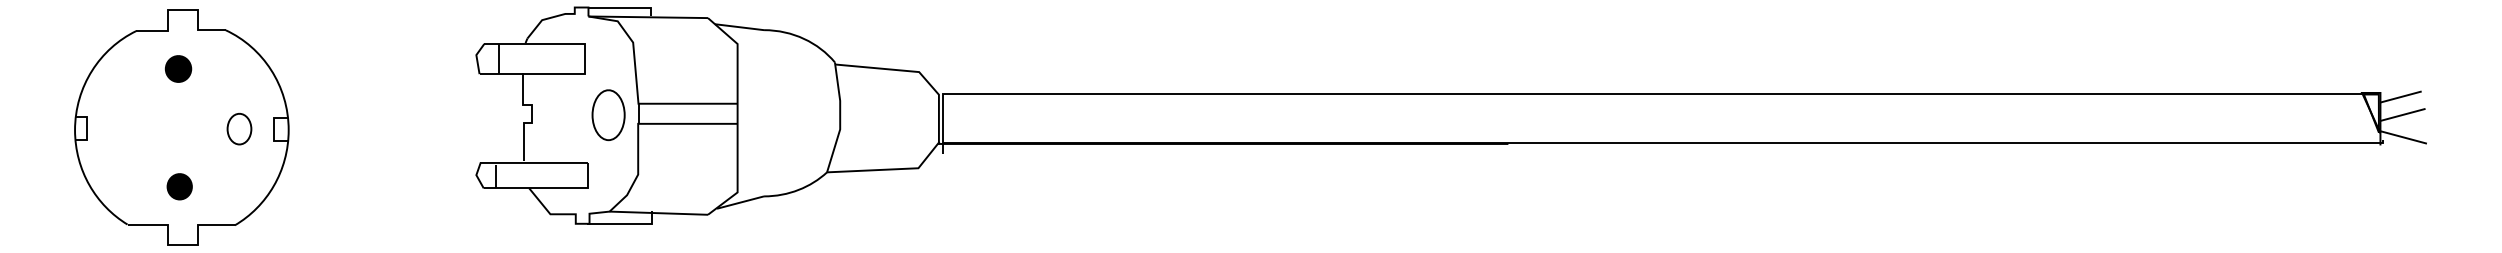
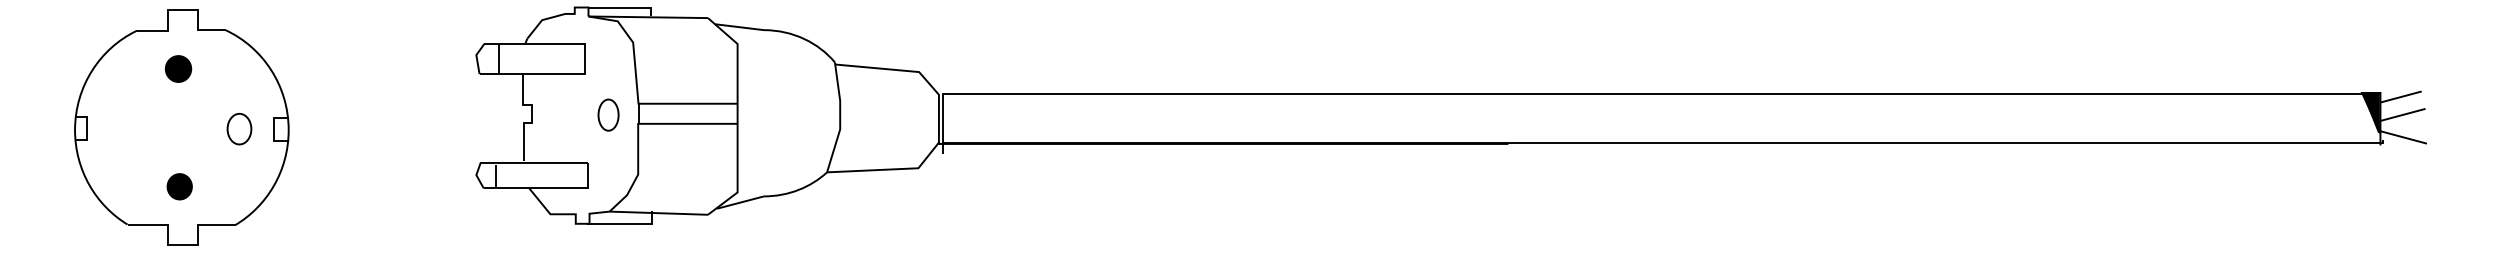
fill at (2370, 113): none -> present
part at (608, 115) size: 35x53 px -> 23x34 px
